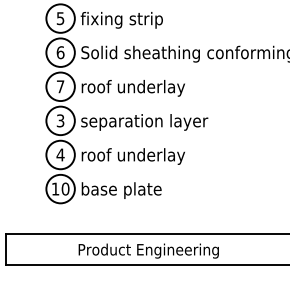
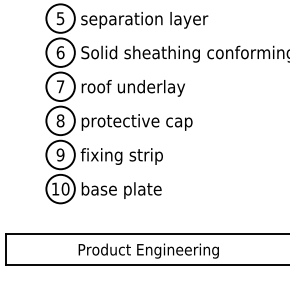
text at (144, 19): fixing strip -> separation layer
text at (60, 120): 3 -> 8
text at (144, 122): separation layer -> protective cap
text at (60, 154): 4 -> 9
text at (132, 156): roof underlay -> fixing strip
